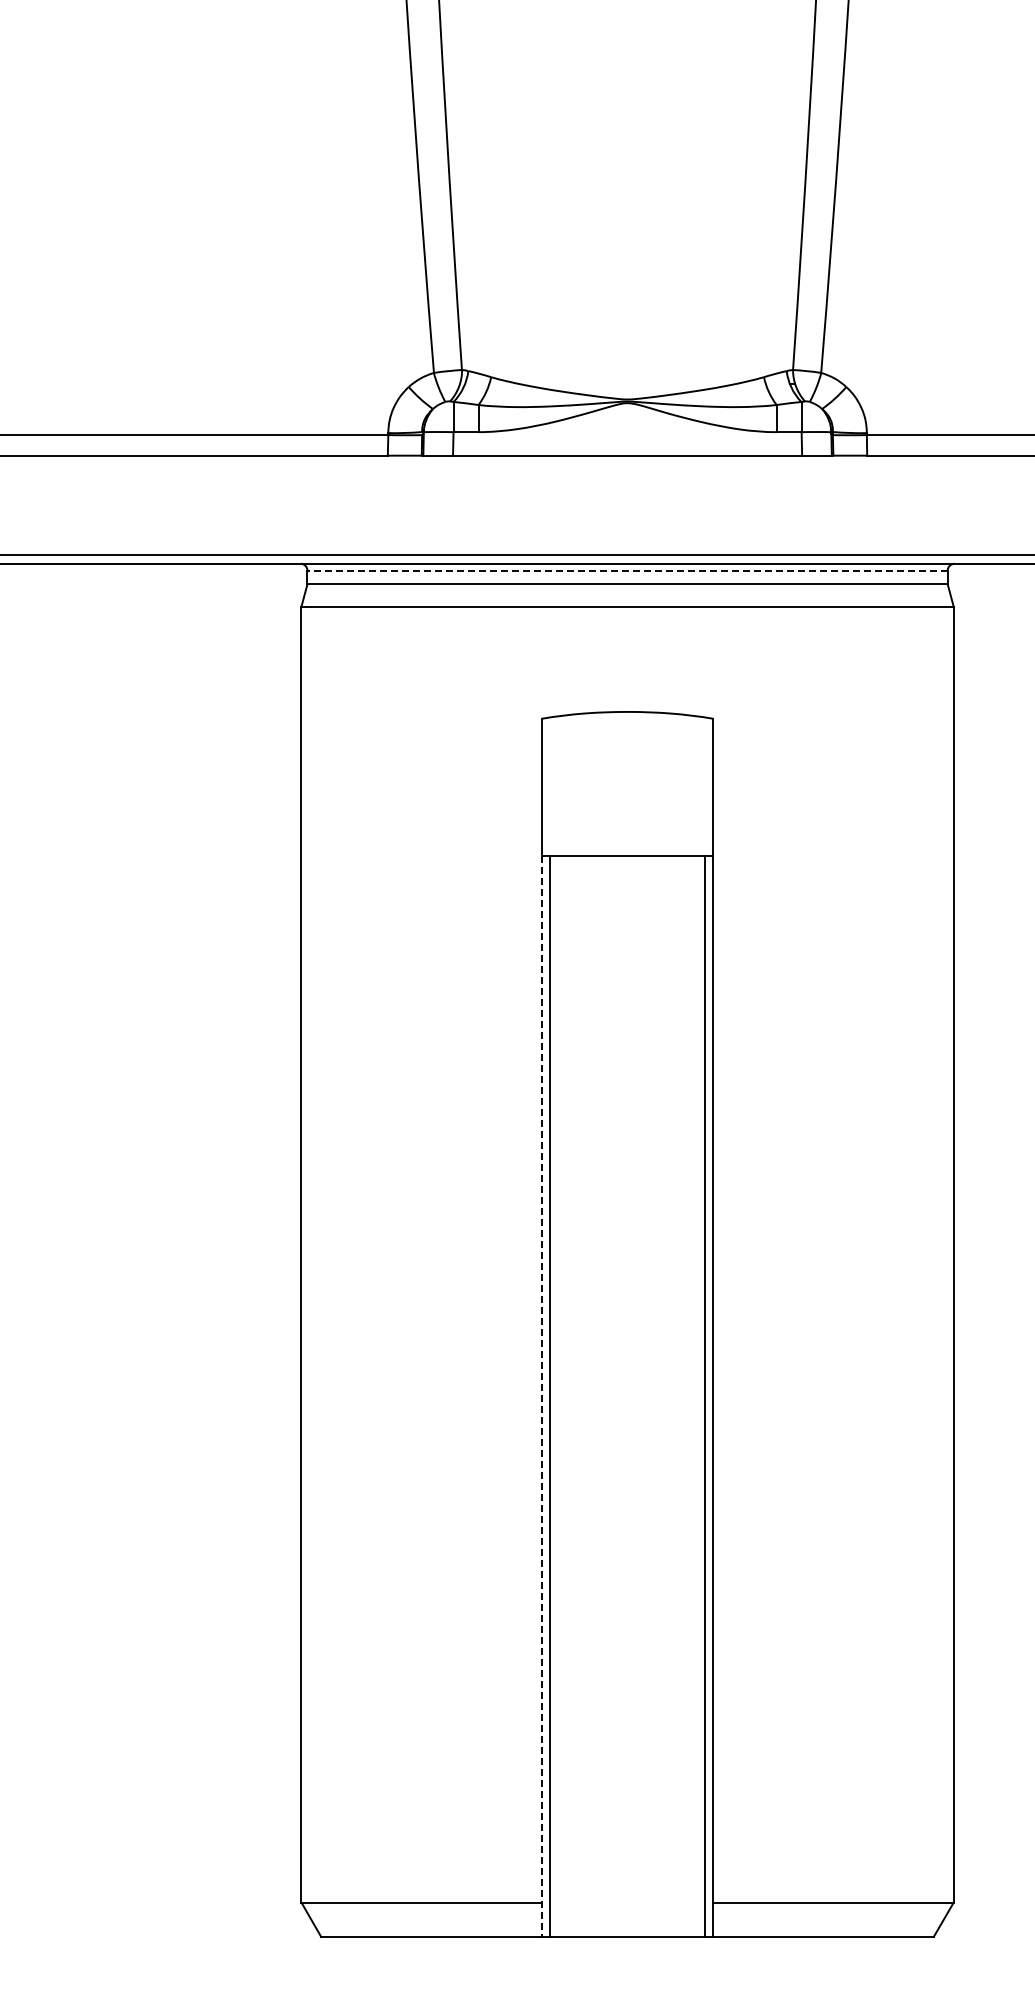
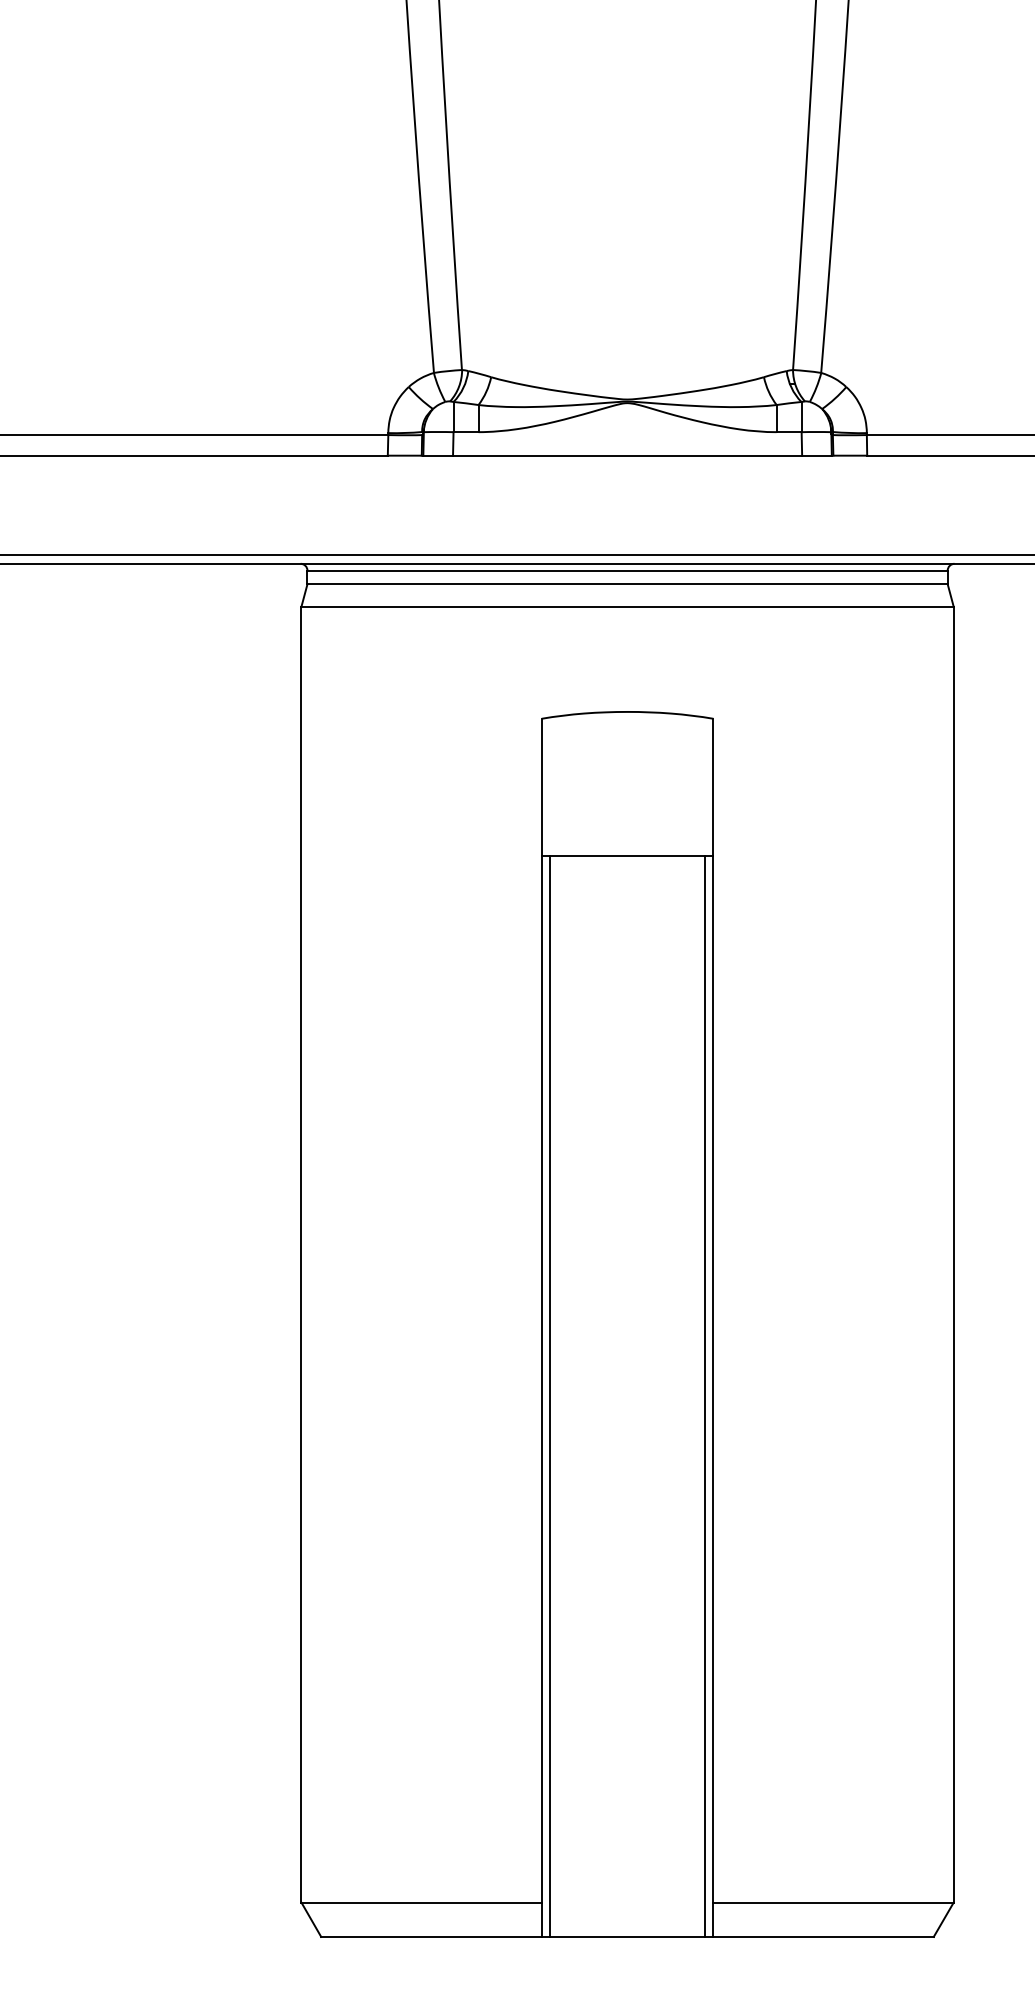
line at (627, 570): dashed -> solid
line at (541, 1396): dashed -> solid
